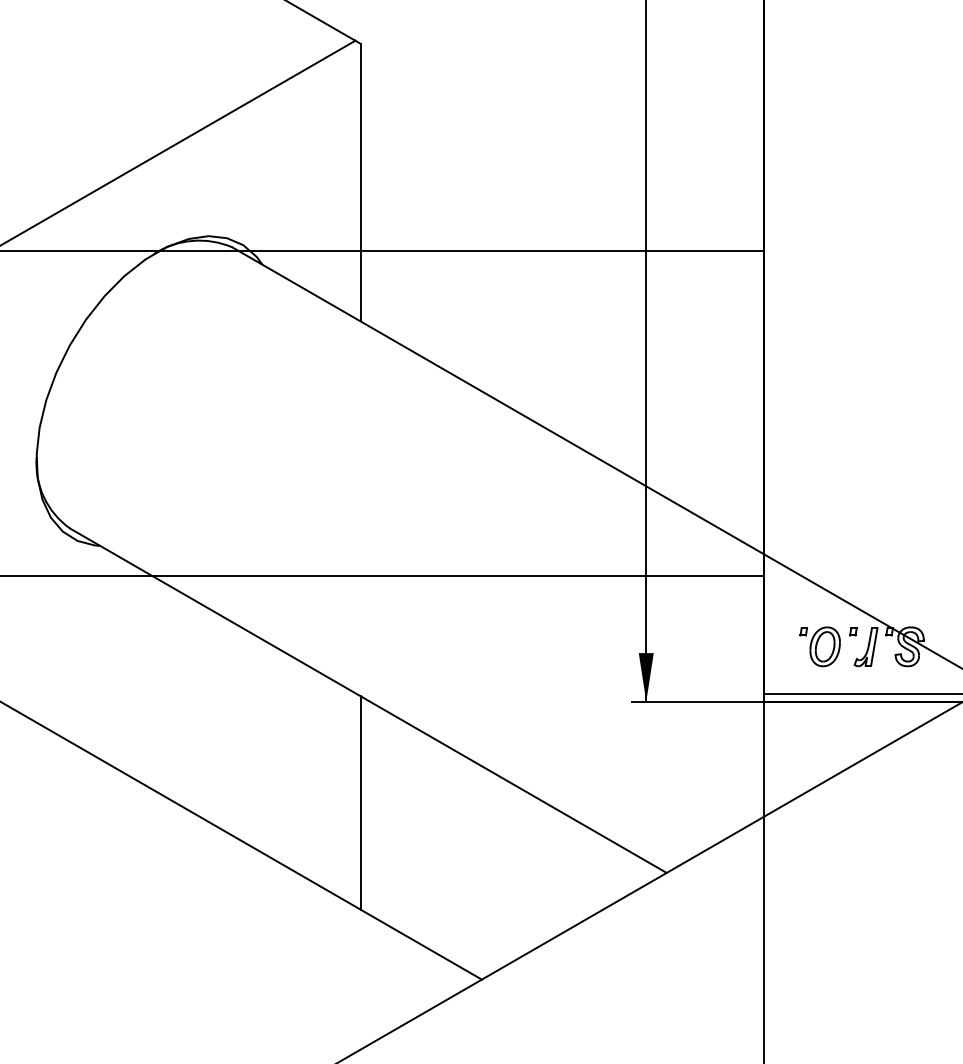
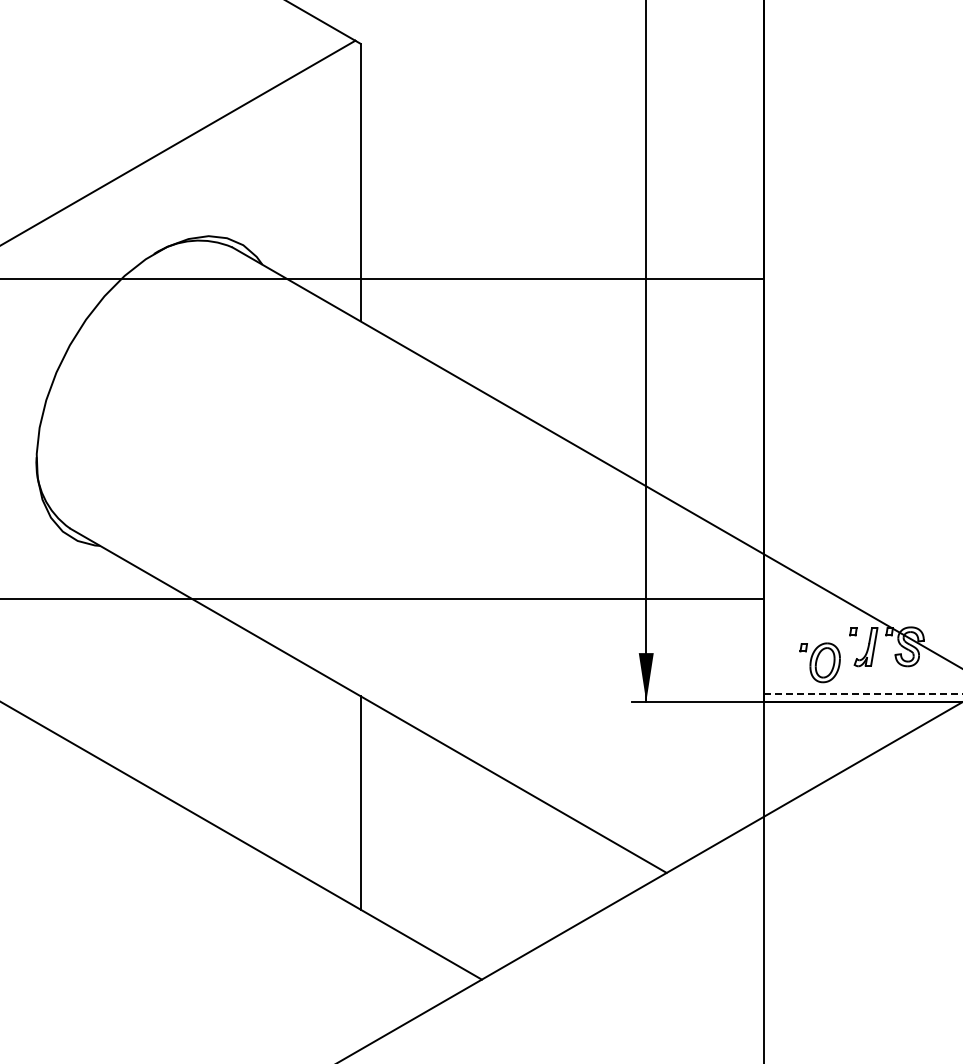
line at (383, 251) position: (383, 251) -> (383, 279)
line at (383, 575) position: (383, 575) -> (383, 598)
part at (819, 646) position: (819, 646) -> (819, 662)
line at (863, 694): solid -> dashed
